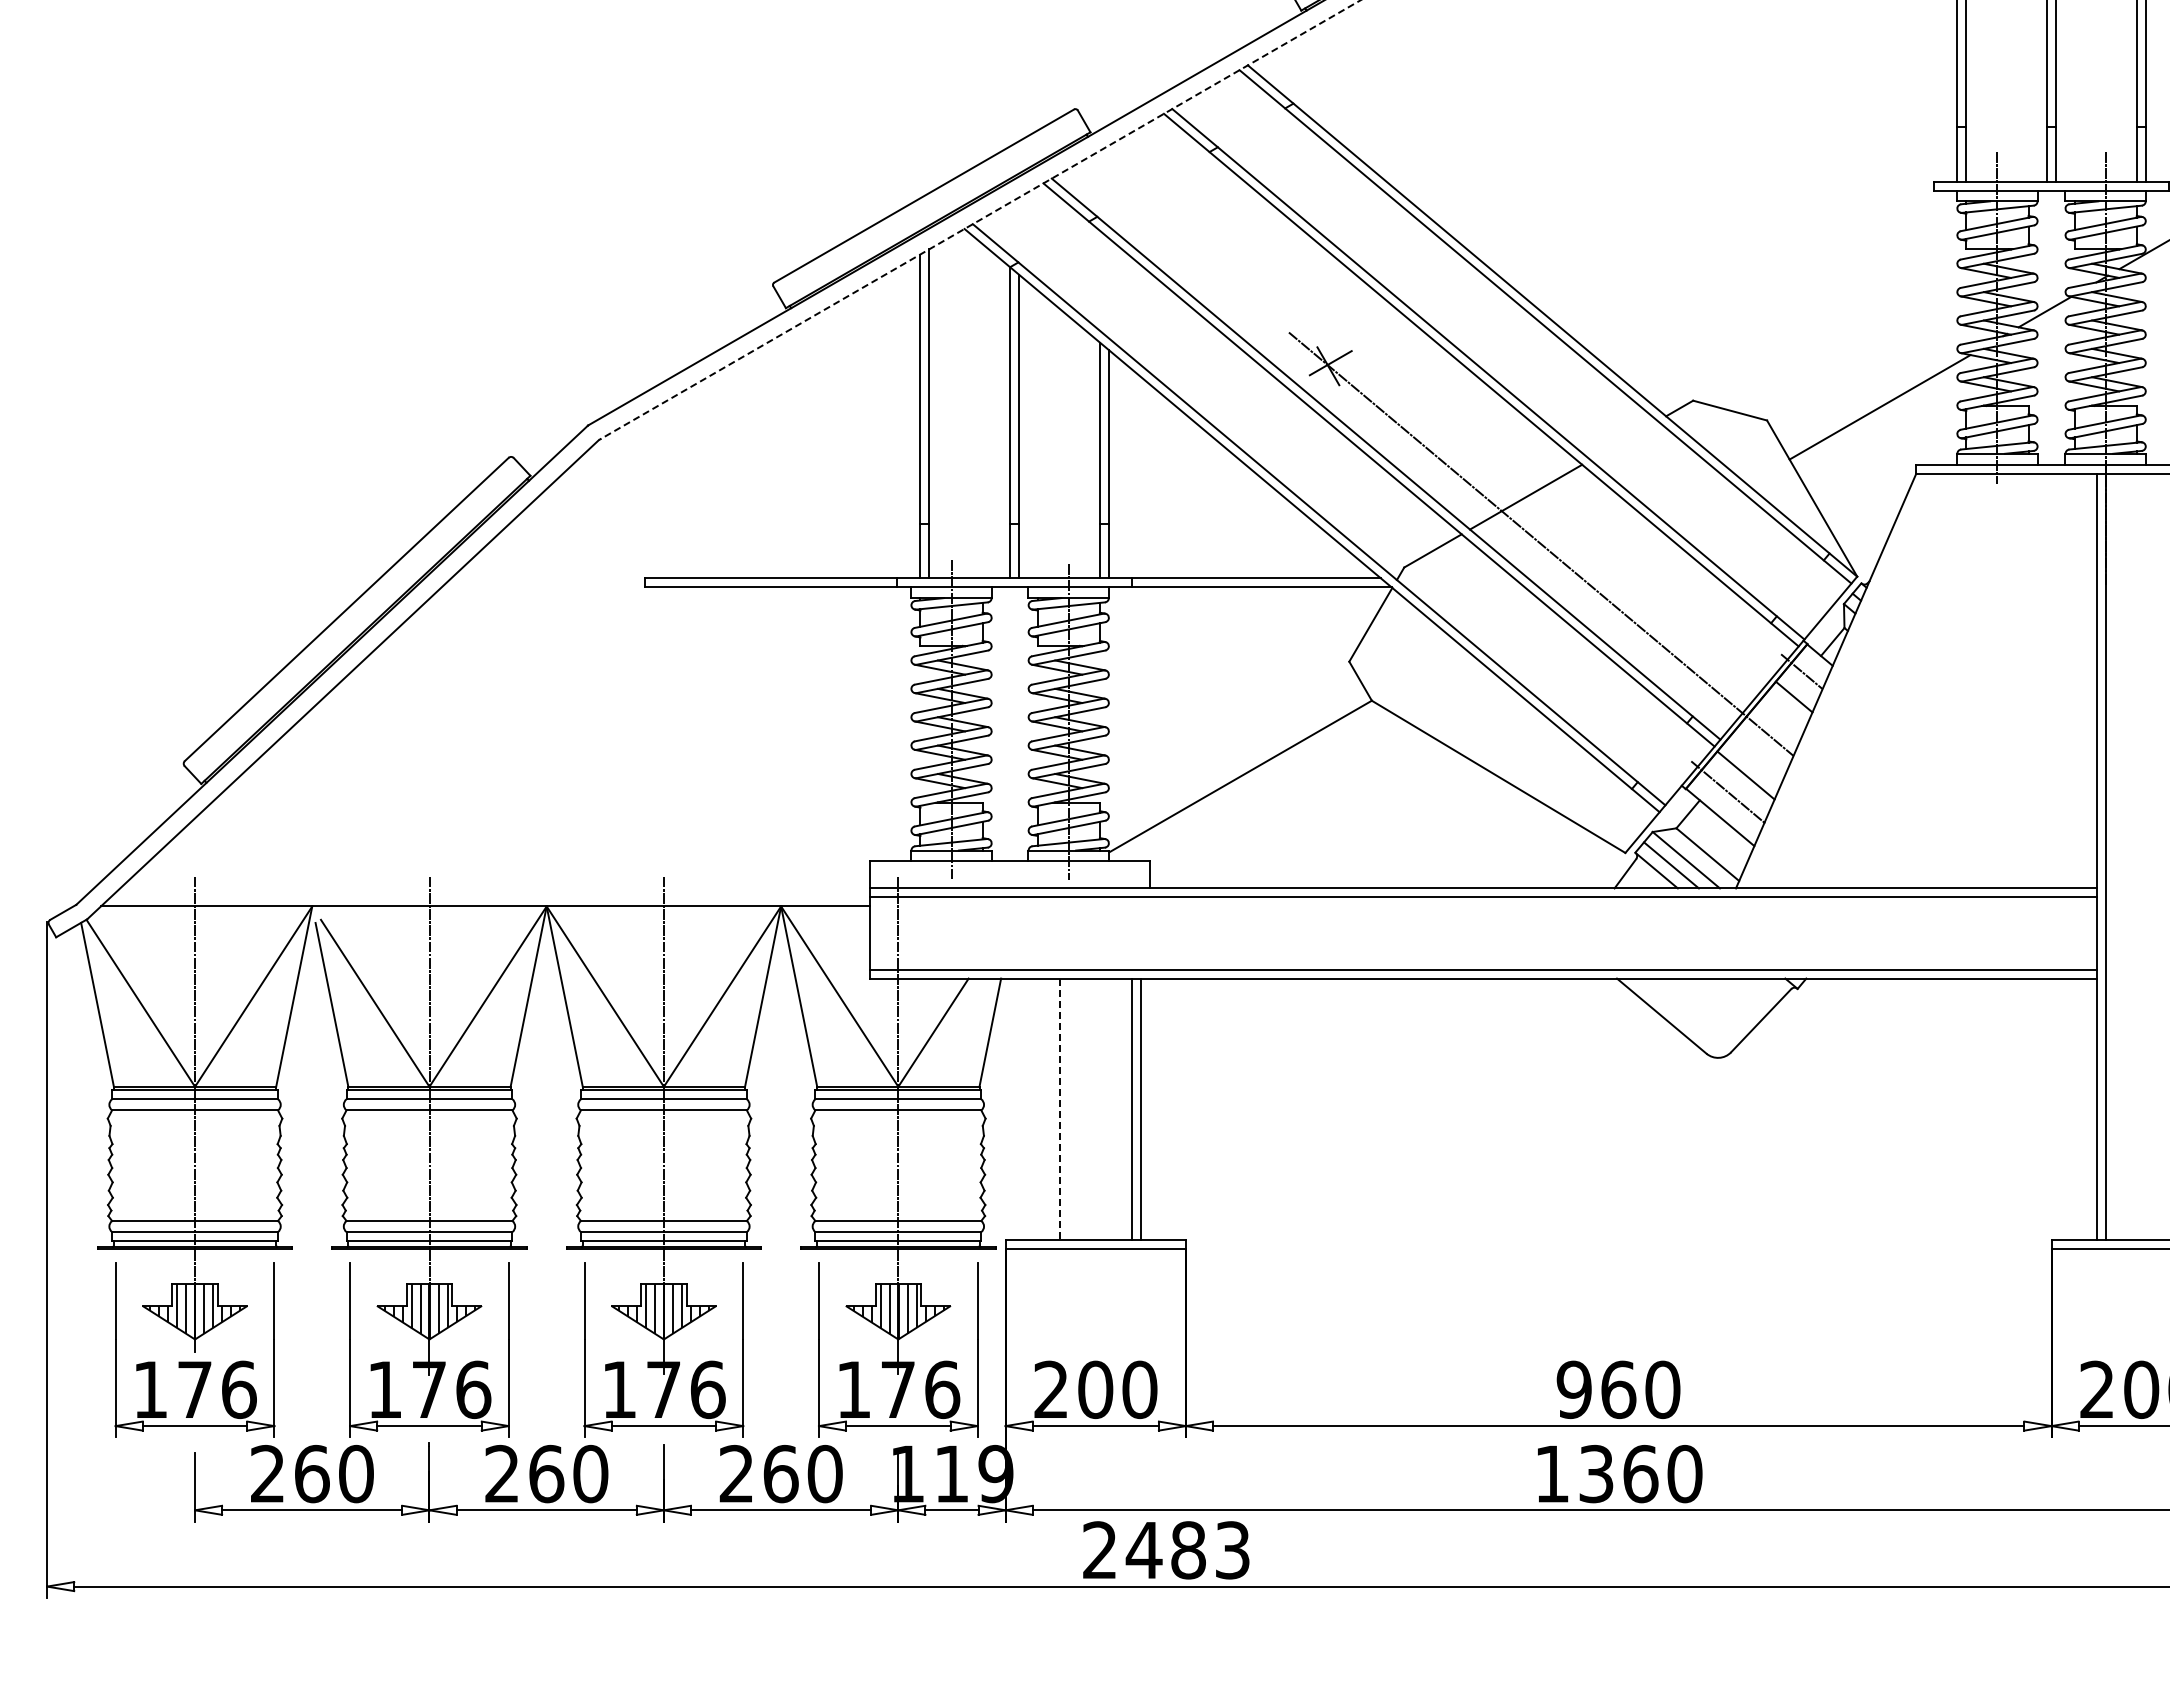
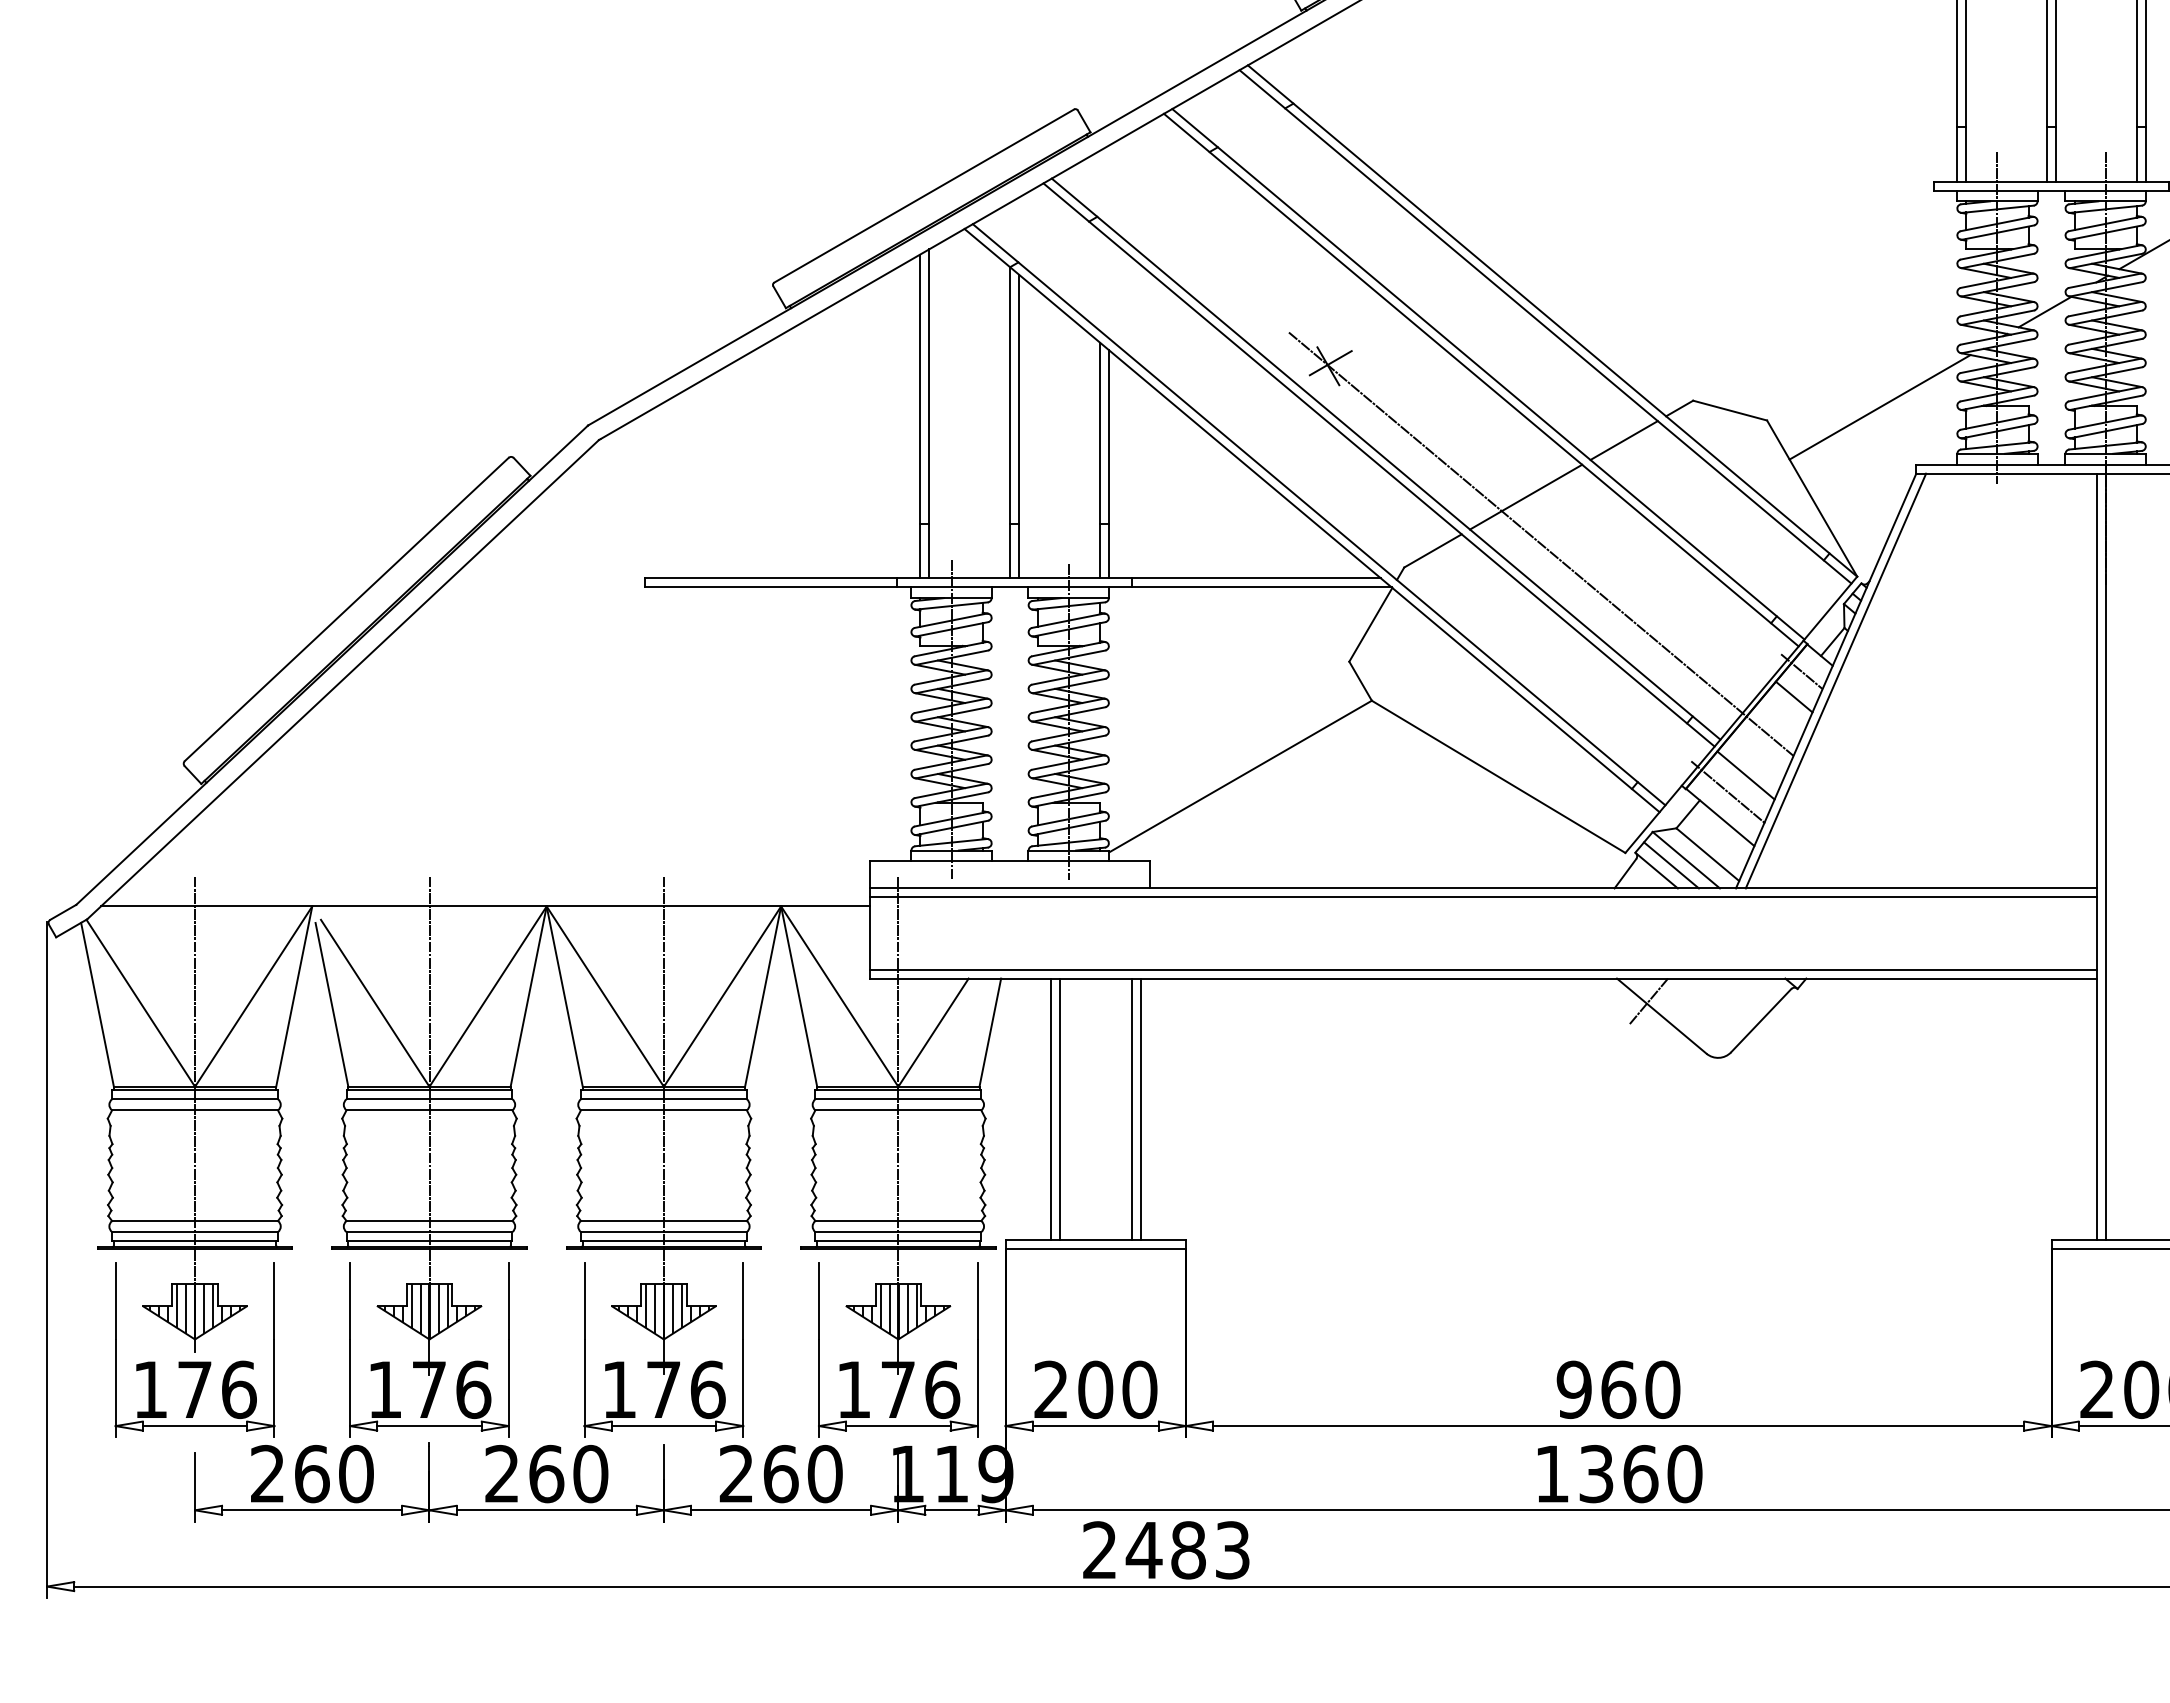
line at (980, 220): dashed -> solid
line at (1623, 440): none -> present
line at (1835, 680): none -> present
line at (1648, 1001): none -> present
line at (1050, 1109): none -> present
line at (1059, 1109): dashed -> solid
